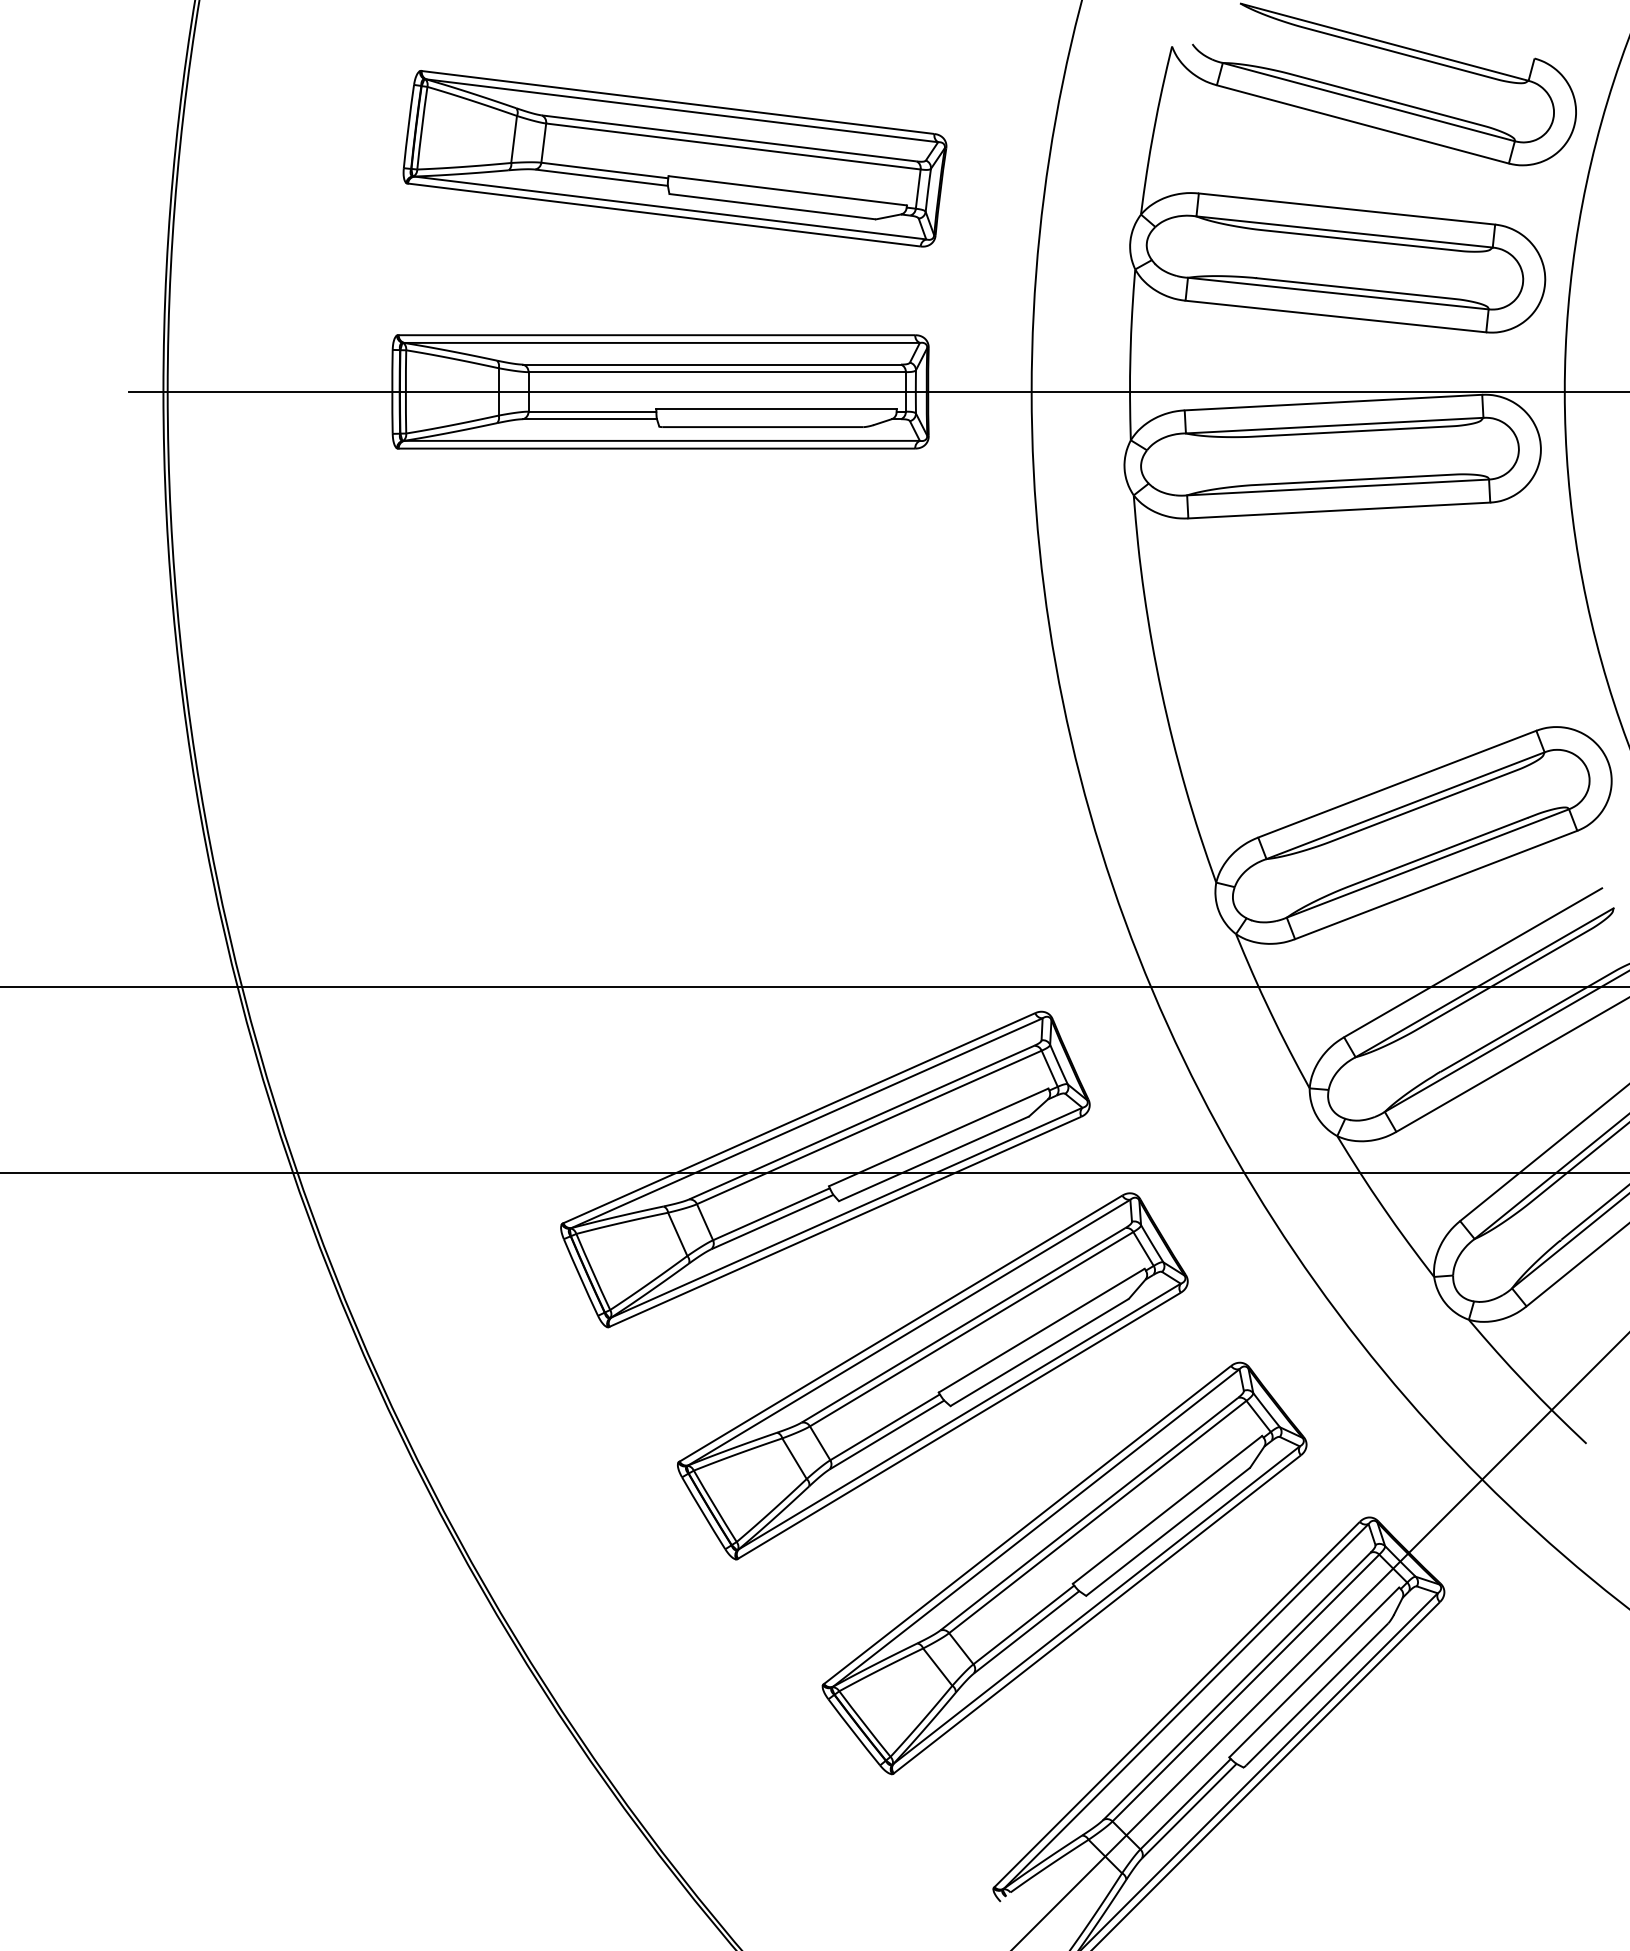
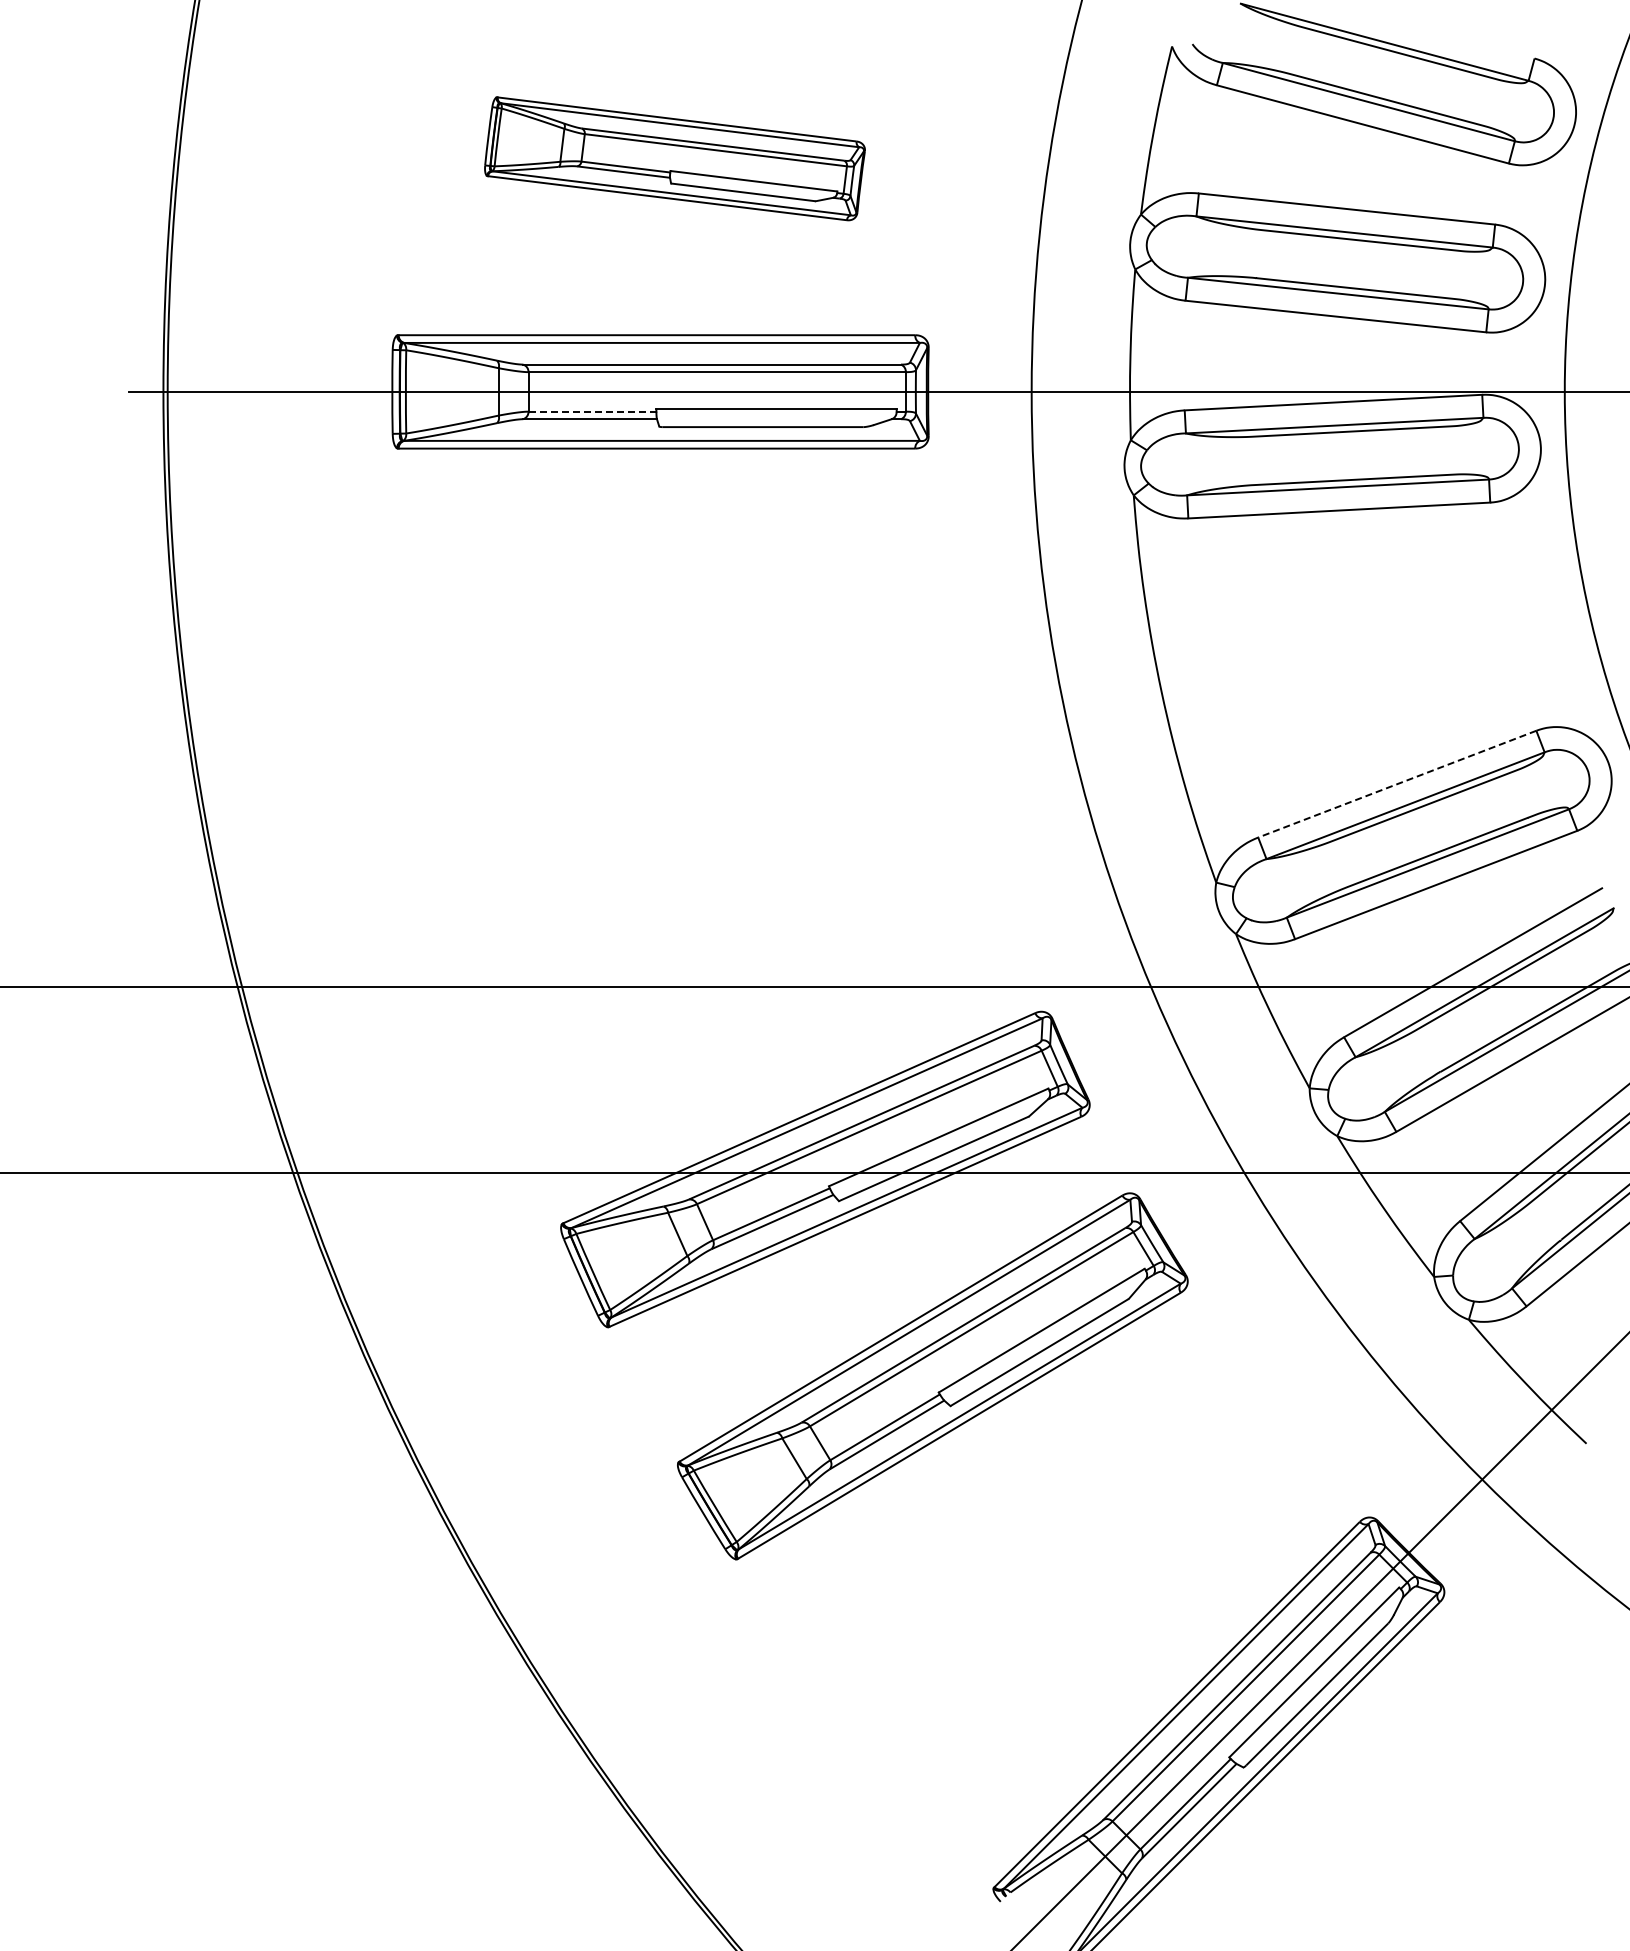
part at (674, 158) size: 546x178 px -> 382x126 px
line at (592, 411): solid -> dashed
line at (1397, 784): solid -> dashed
part at (1064, 1568): present -> none
